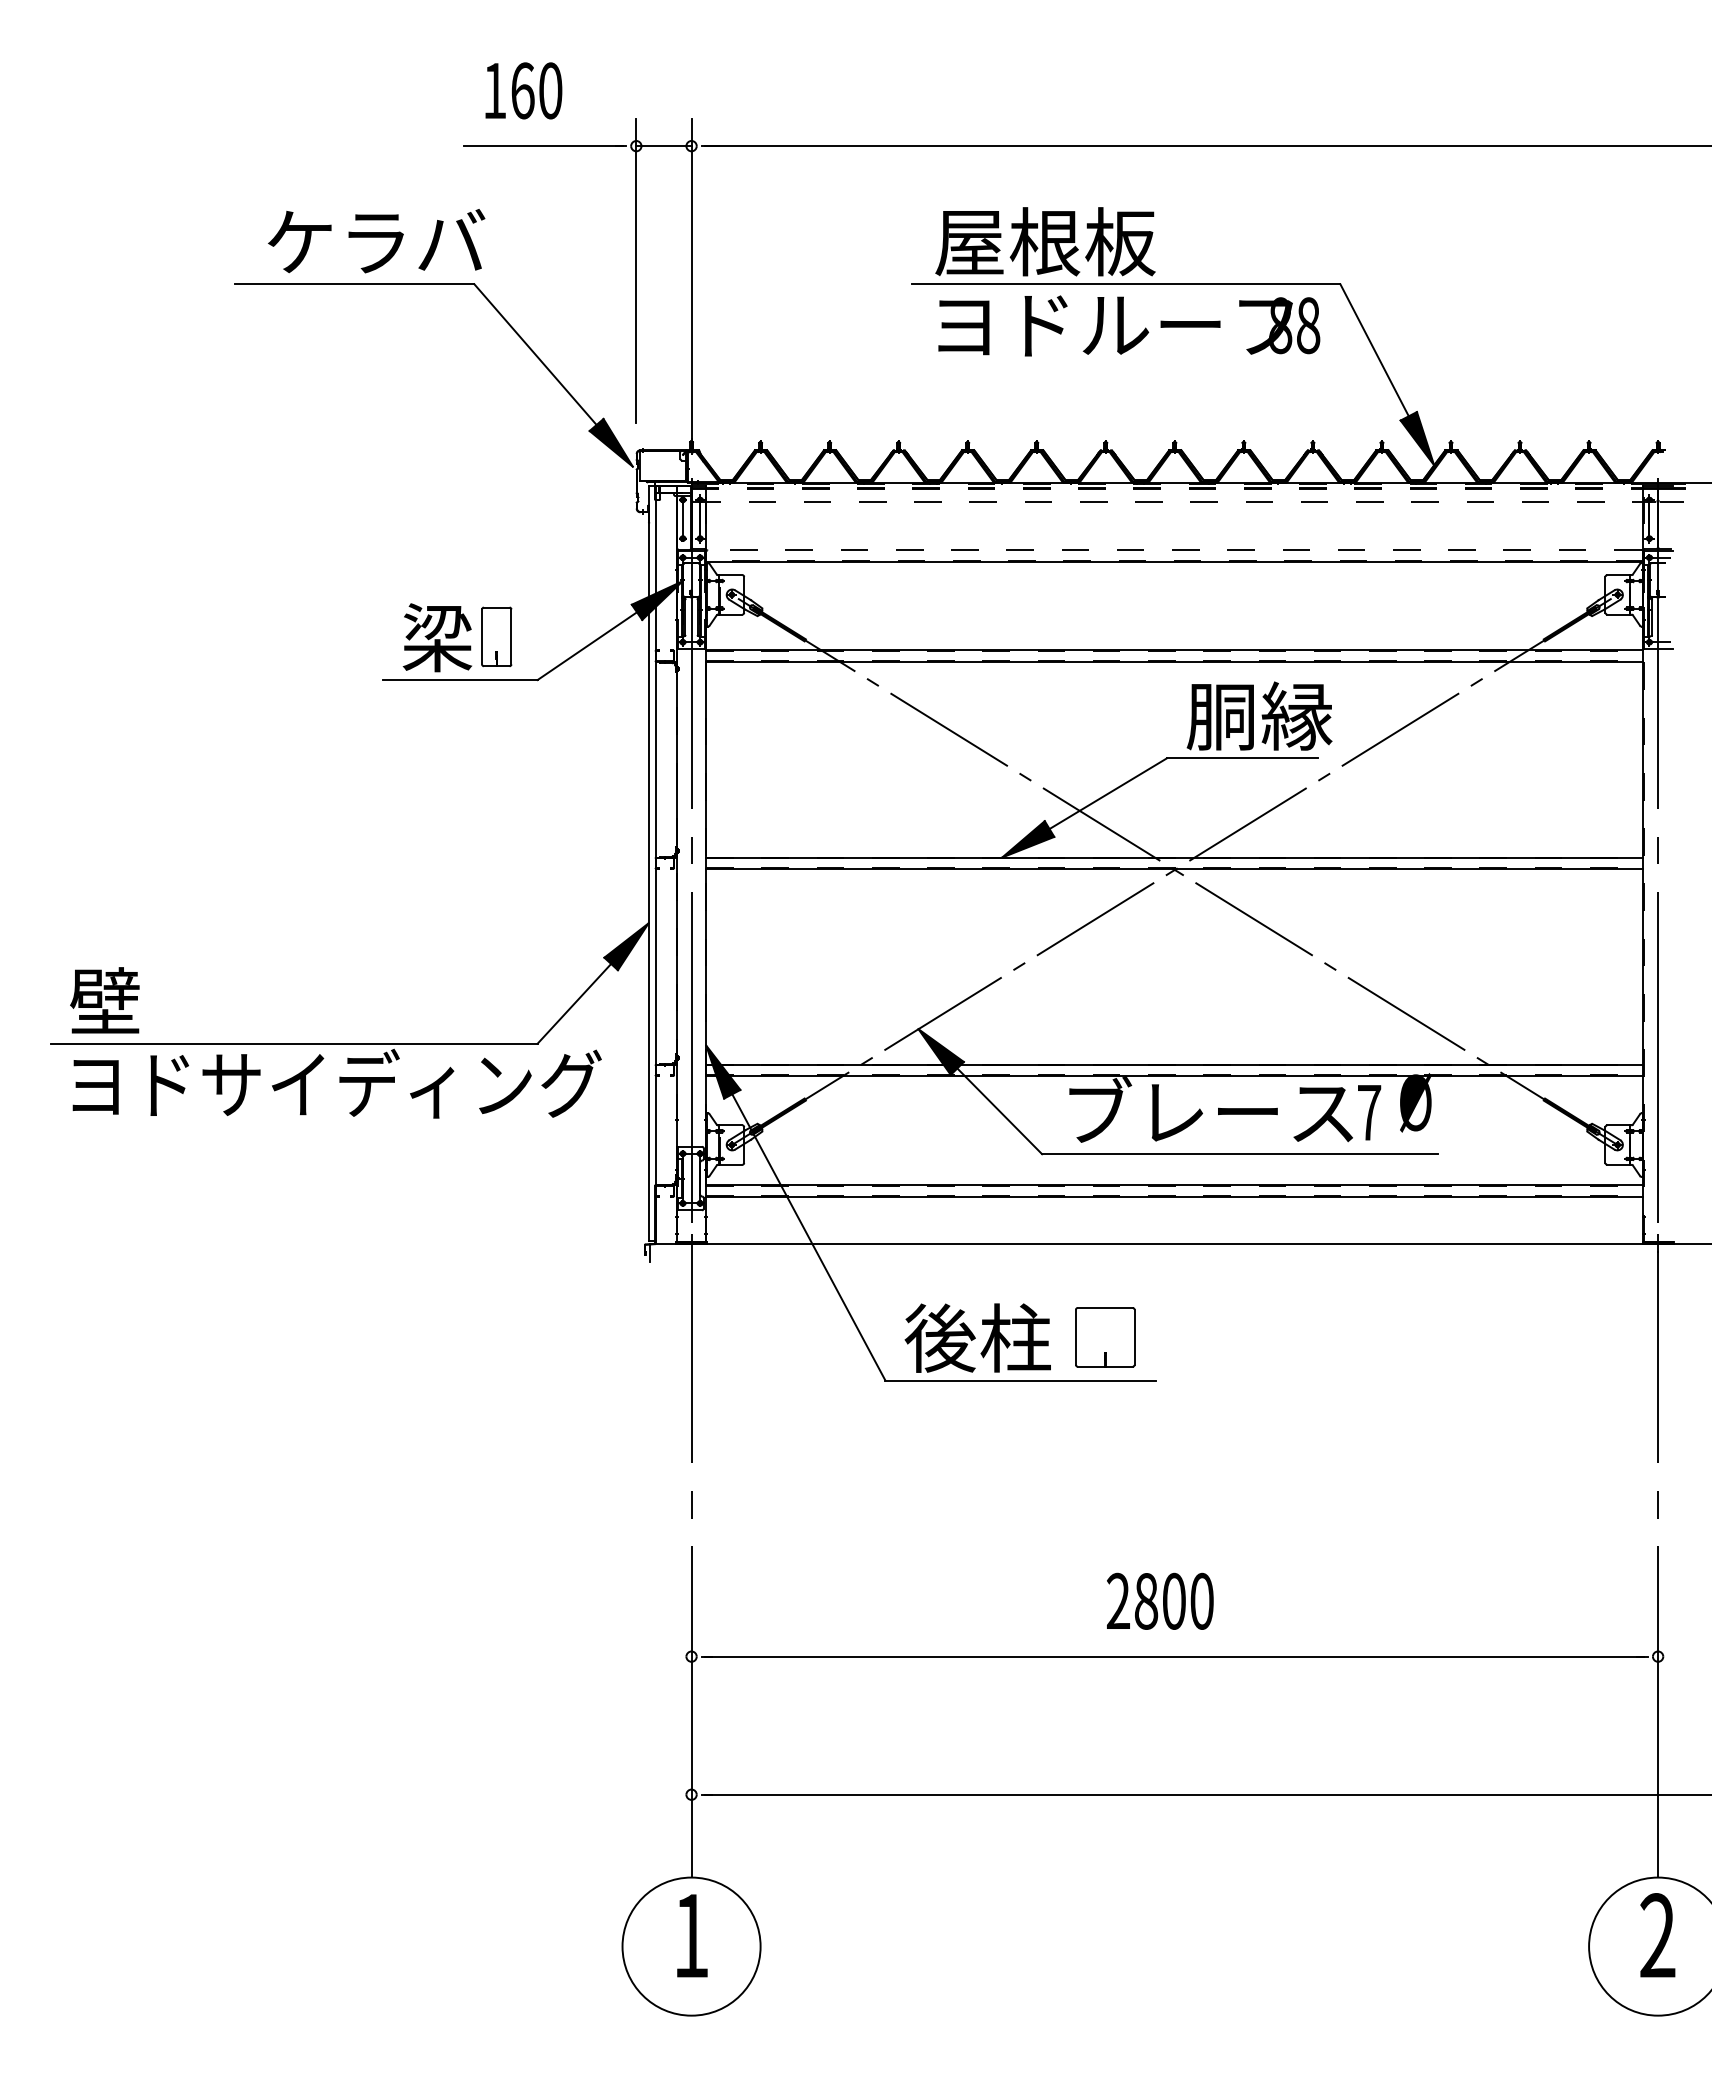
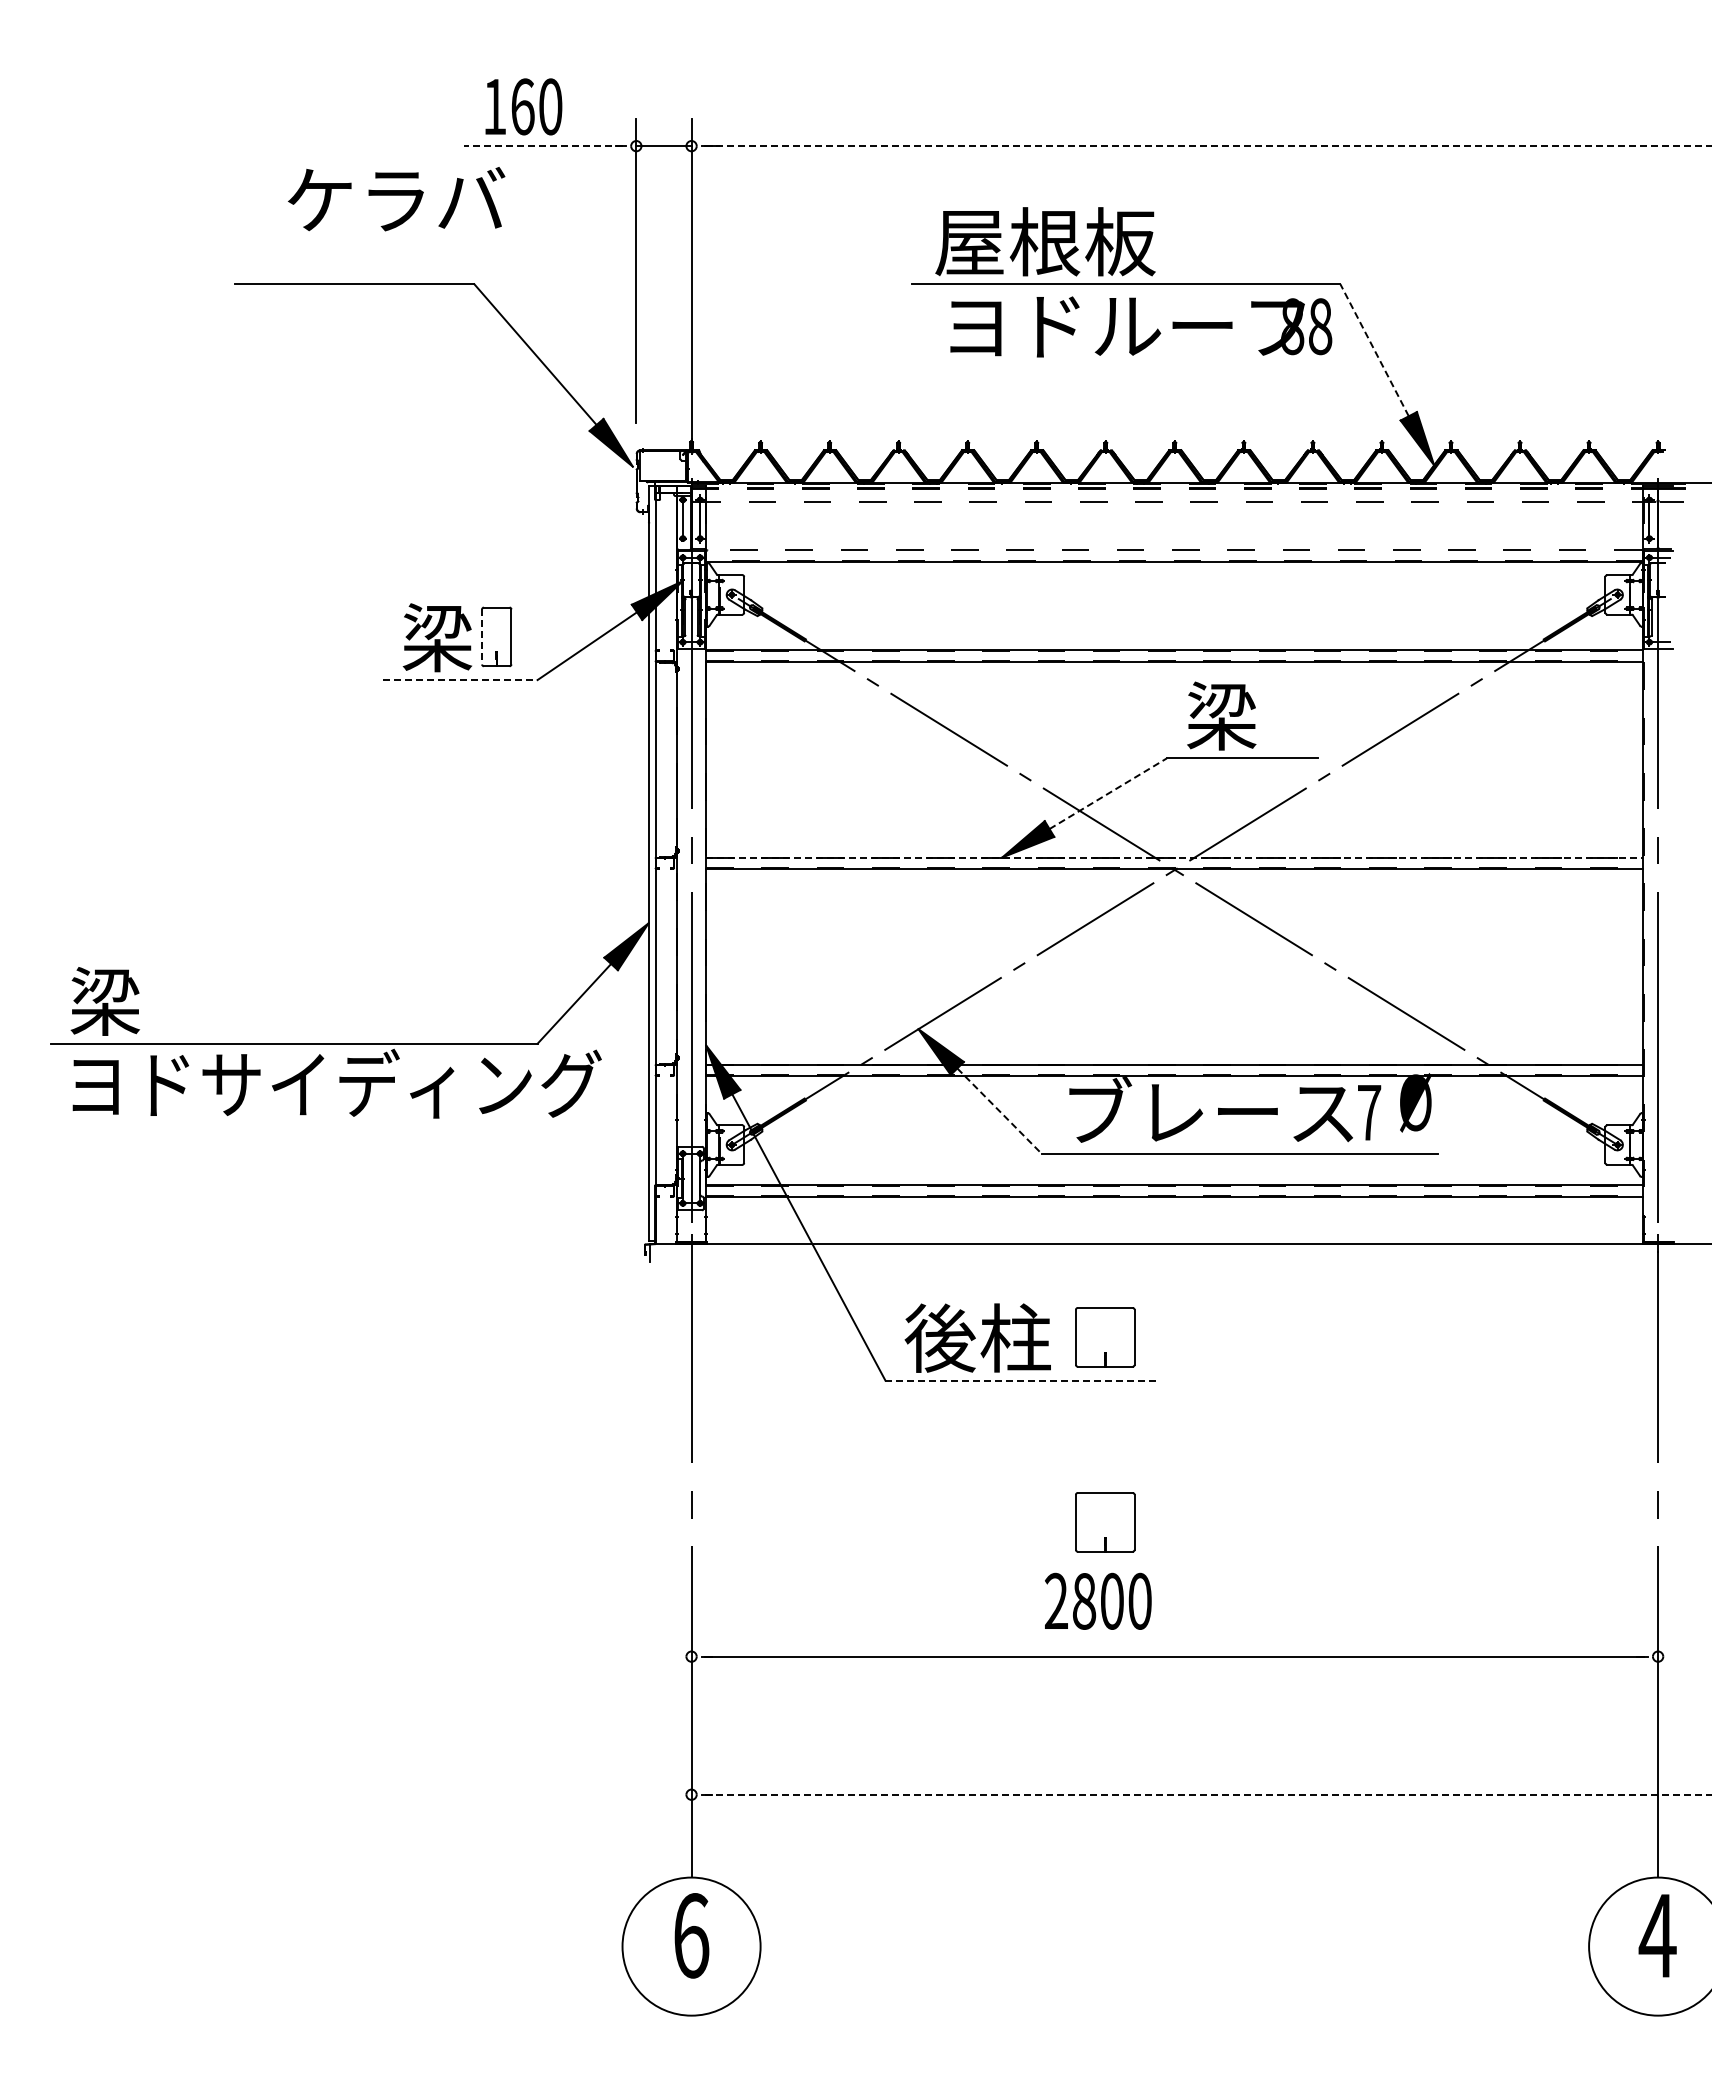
text at (523, 90) position: (523, 90) -> (523, 106)
line at (542, 146): solid -> dashed
line at (1208, 146): solid -> dashed
text at (376, 241) position: (376, 241) -> (396, 199)
text at (1129, 325) position: (1129, 325) -> (1141, 326)
line at (1374, 349): solid -> dashed
line at (482, 636): solid -> dashed
line at (460, 680): solid -> dashed
text at (1259, 715): 胴縁 -> 梁
line at (1108, 793): solid -> dashed
line at (1174, 857): solid -> dashed
text at (105, 1001): 壁 -> 梁
line at (1000, 1111): solid -> dashed
line at (1021, 1380): solid -> dashed
part at (1105, 1522): none -> present
text at (1160, 1600) position: (1160, 1600) -> (1098, 1600)
line at (1208, 1794): solid -> dashed
text at (691, 1935): 1 -> 6
text at (1657, 1935): 2 -> 4
